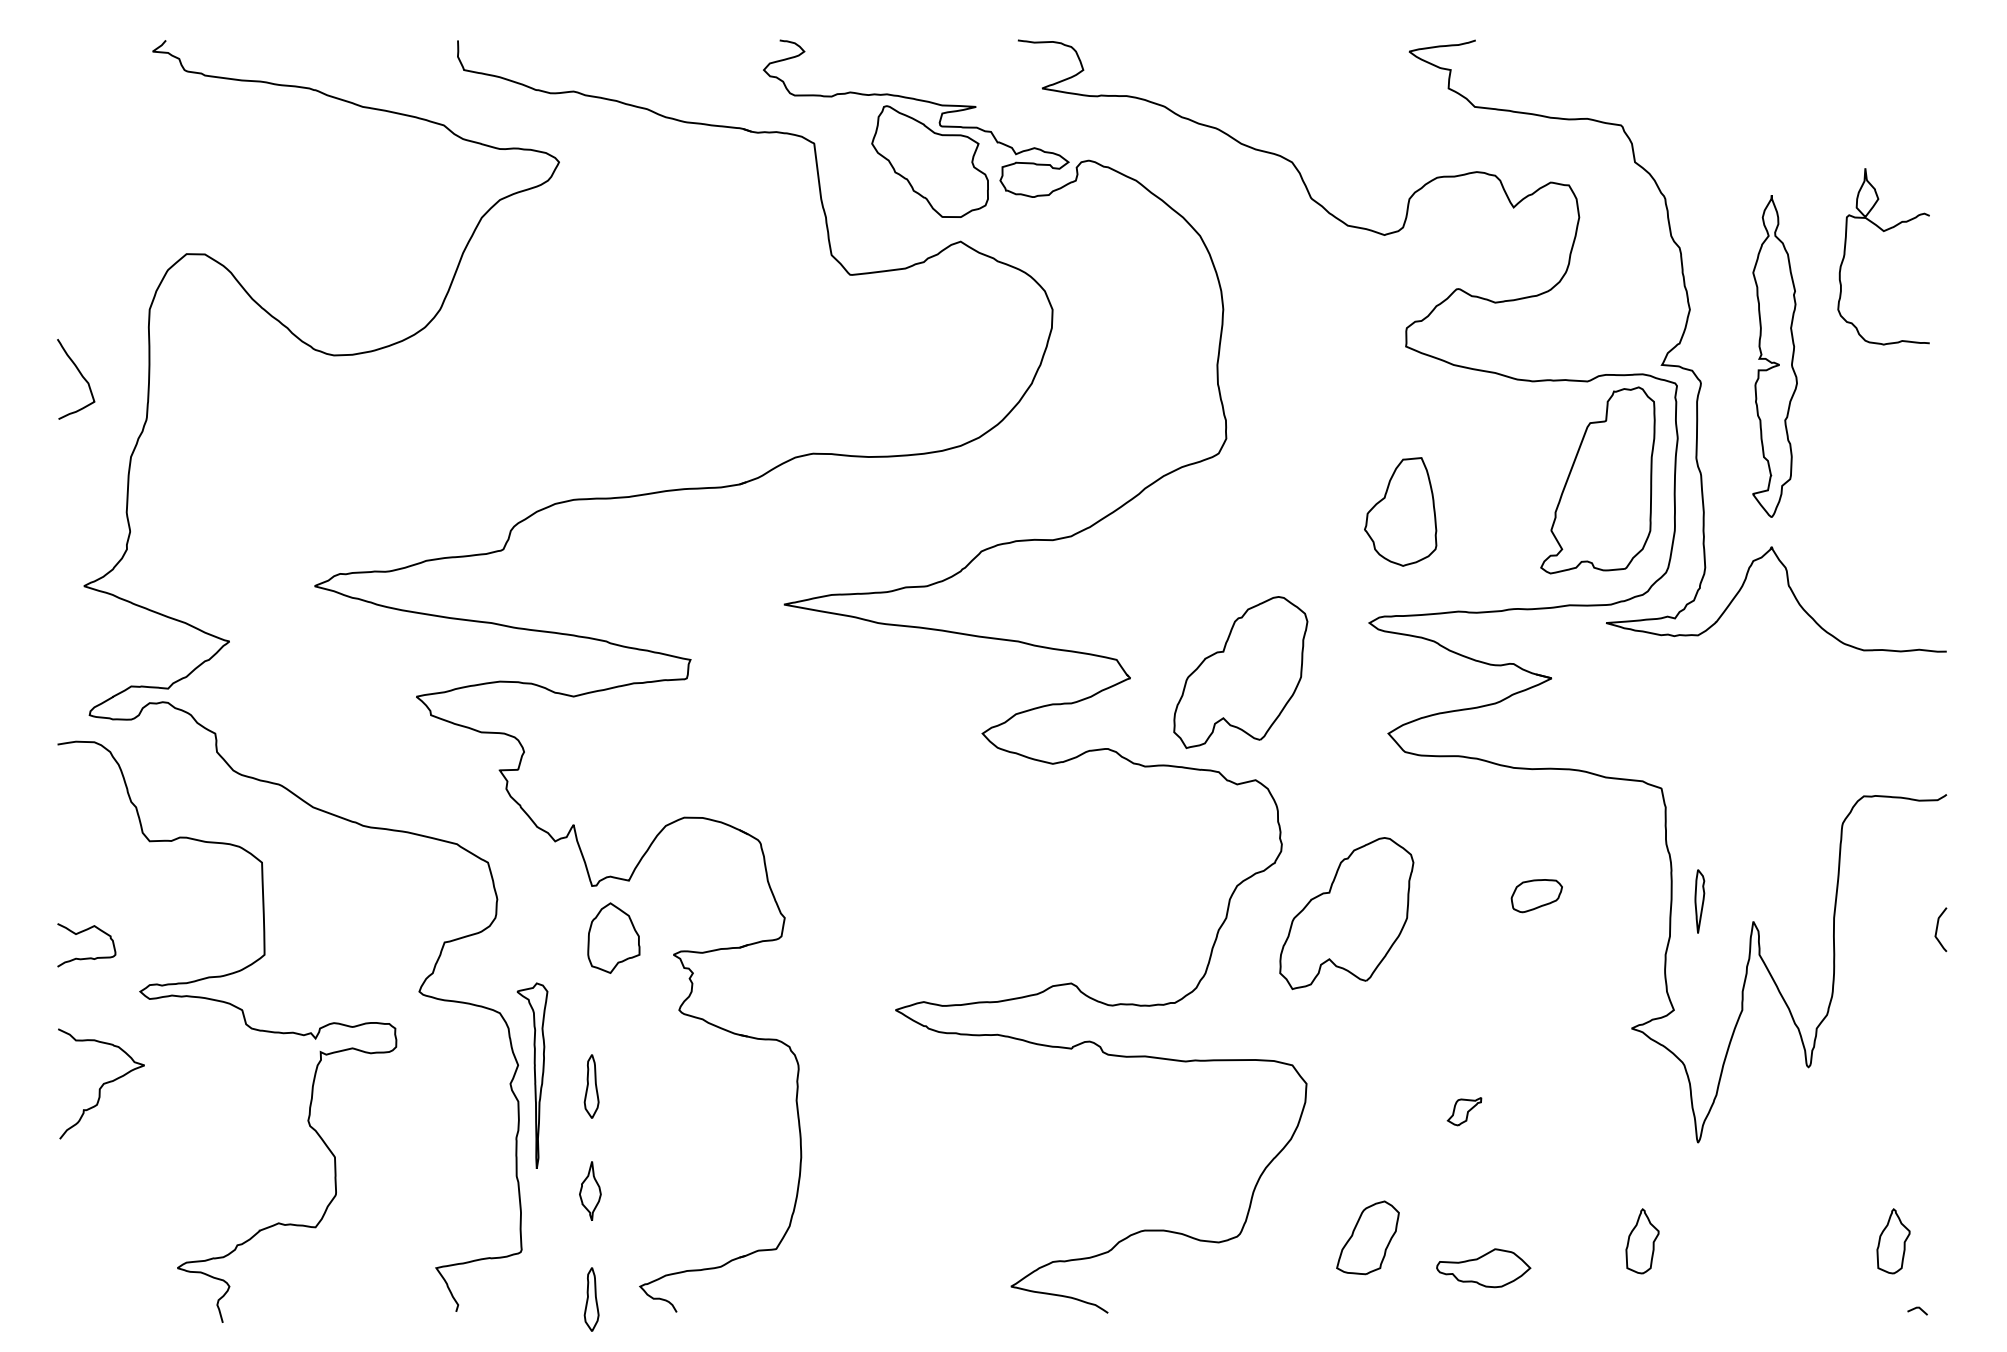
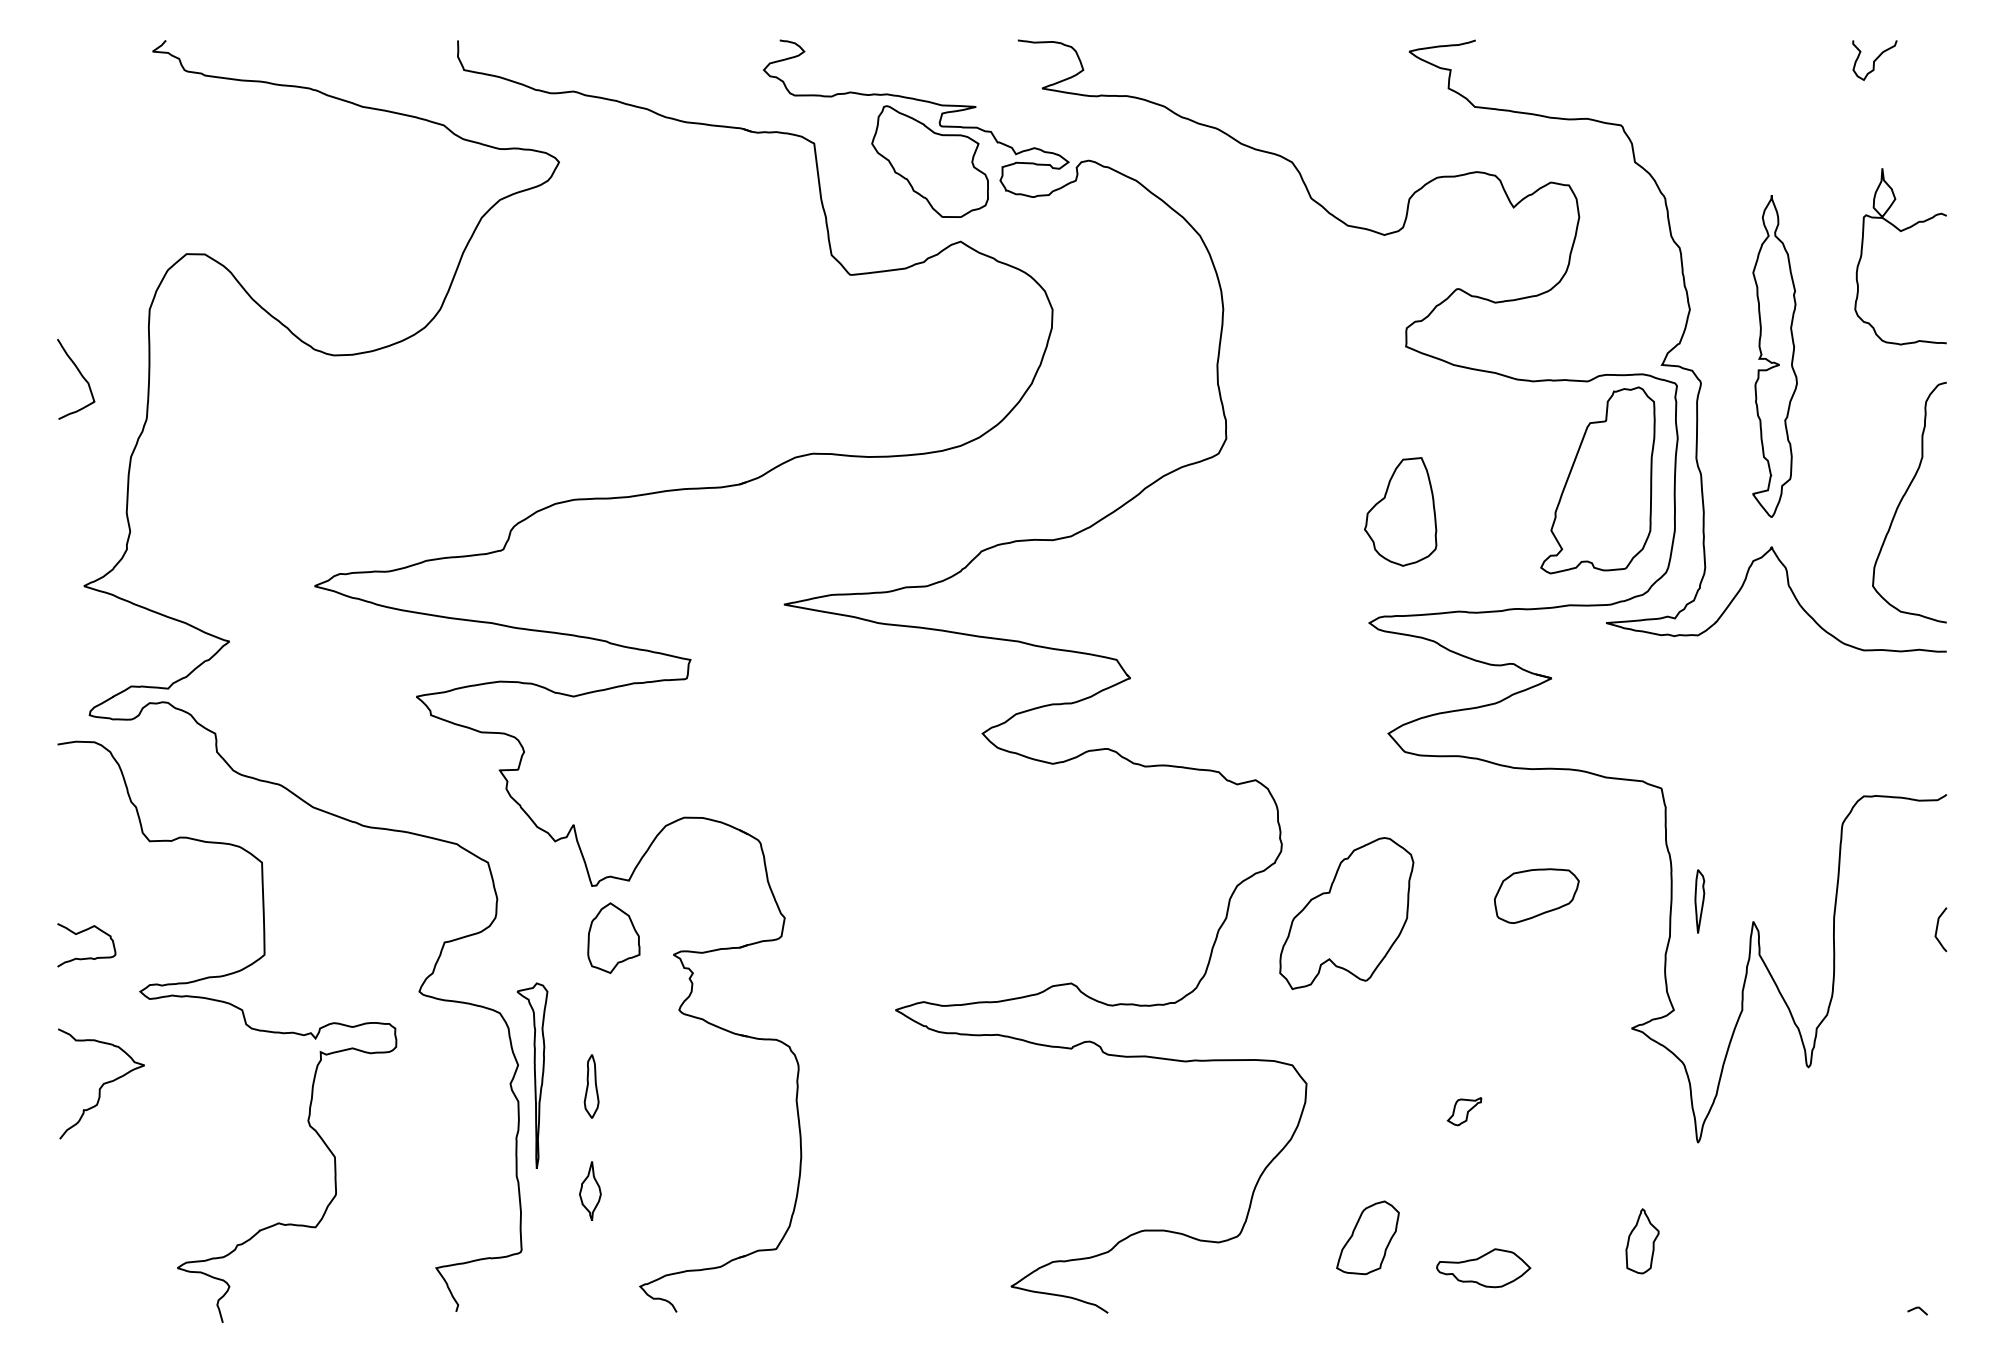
curve at (1874, 60): none -> present
part at (1883, 232) position: (1883, 232) -> (1900, 232)
curve at (1903, 498): none -> present
part at (1240, 672): present -> none
part at (1536, 896) size: 53x35 px -> 86x56 px
part at (1893, 1241): present -> none
part at (591, 1299): present -> none
